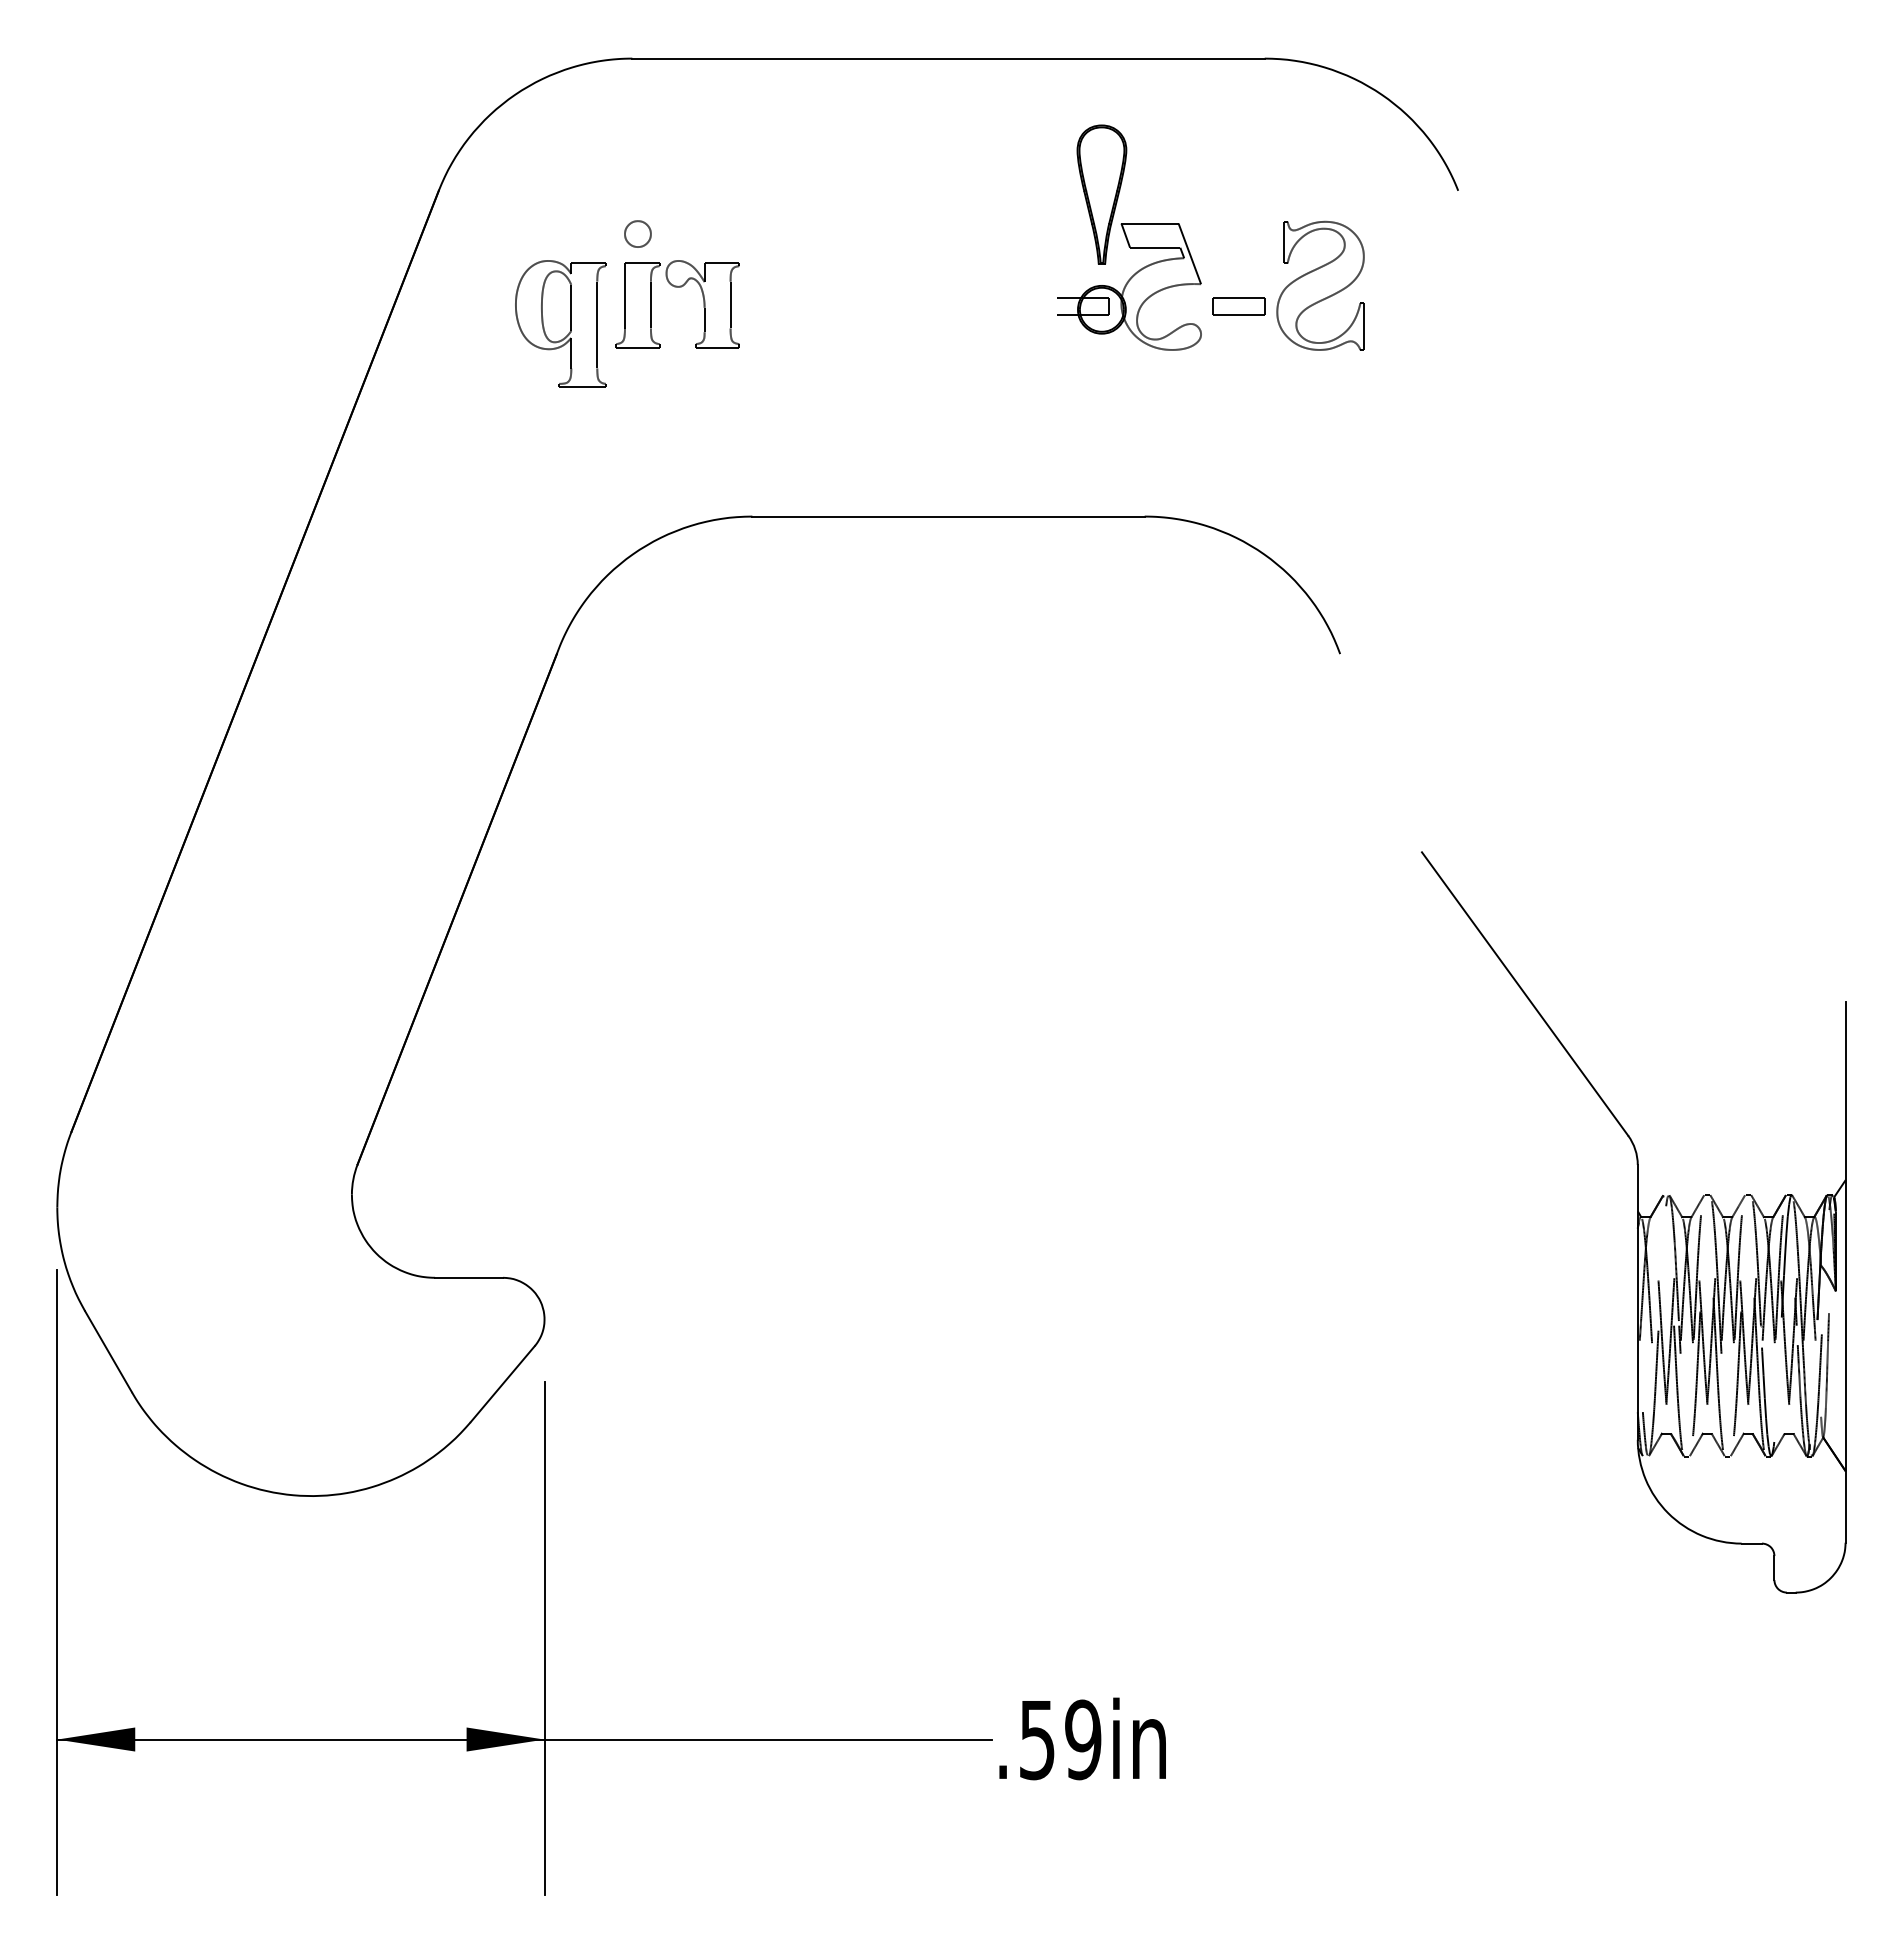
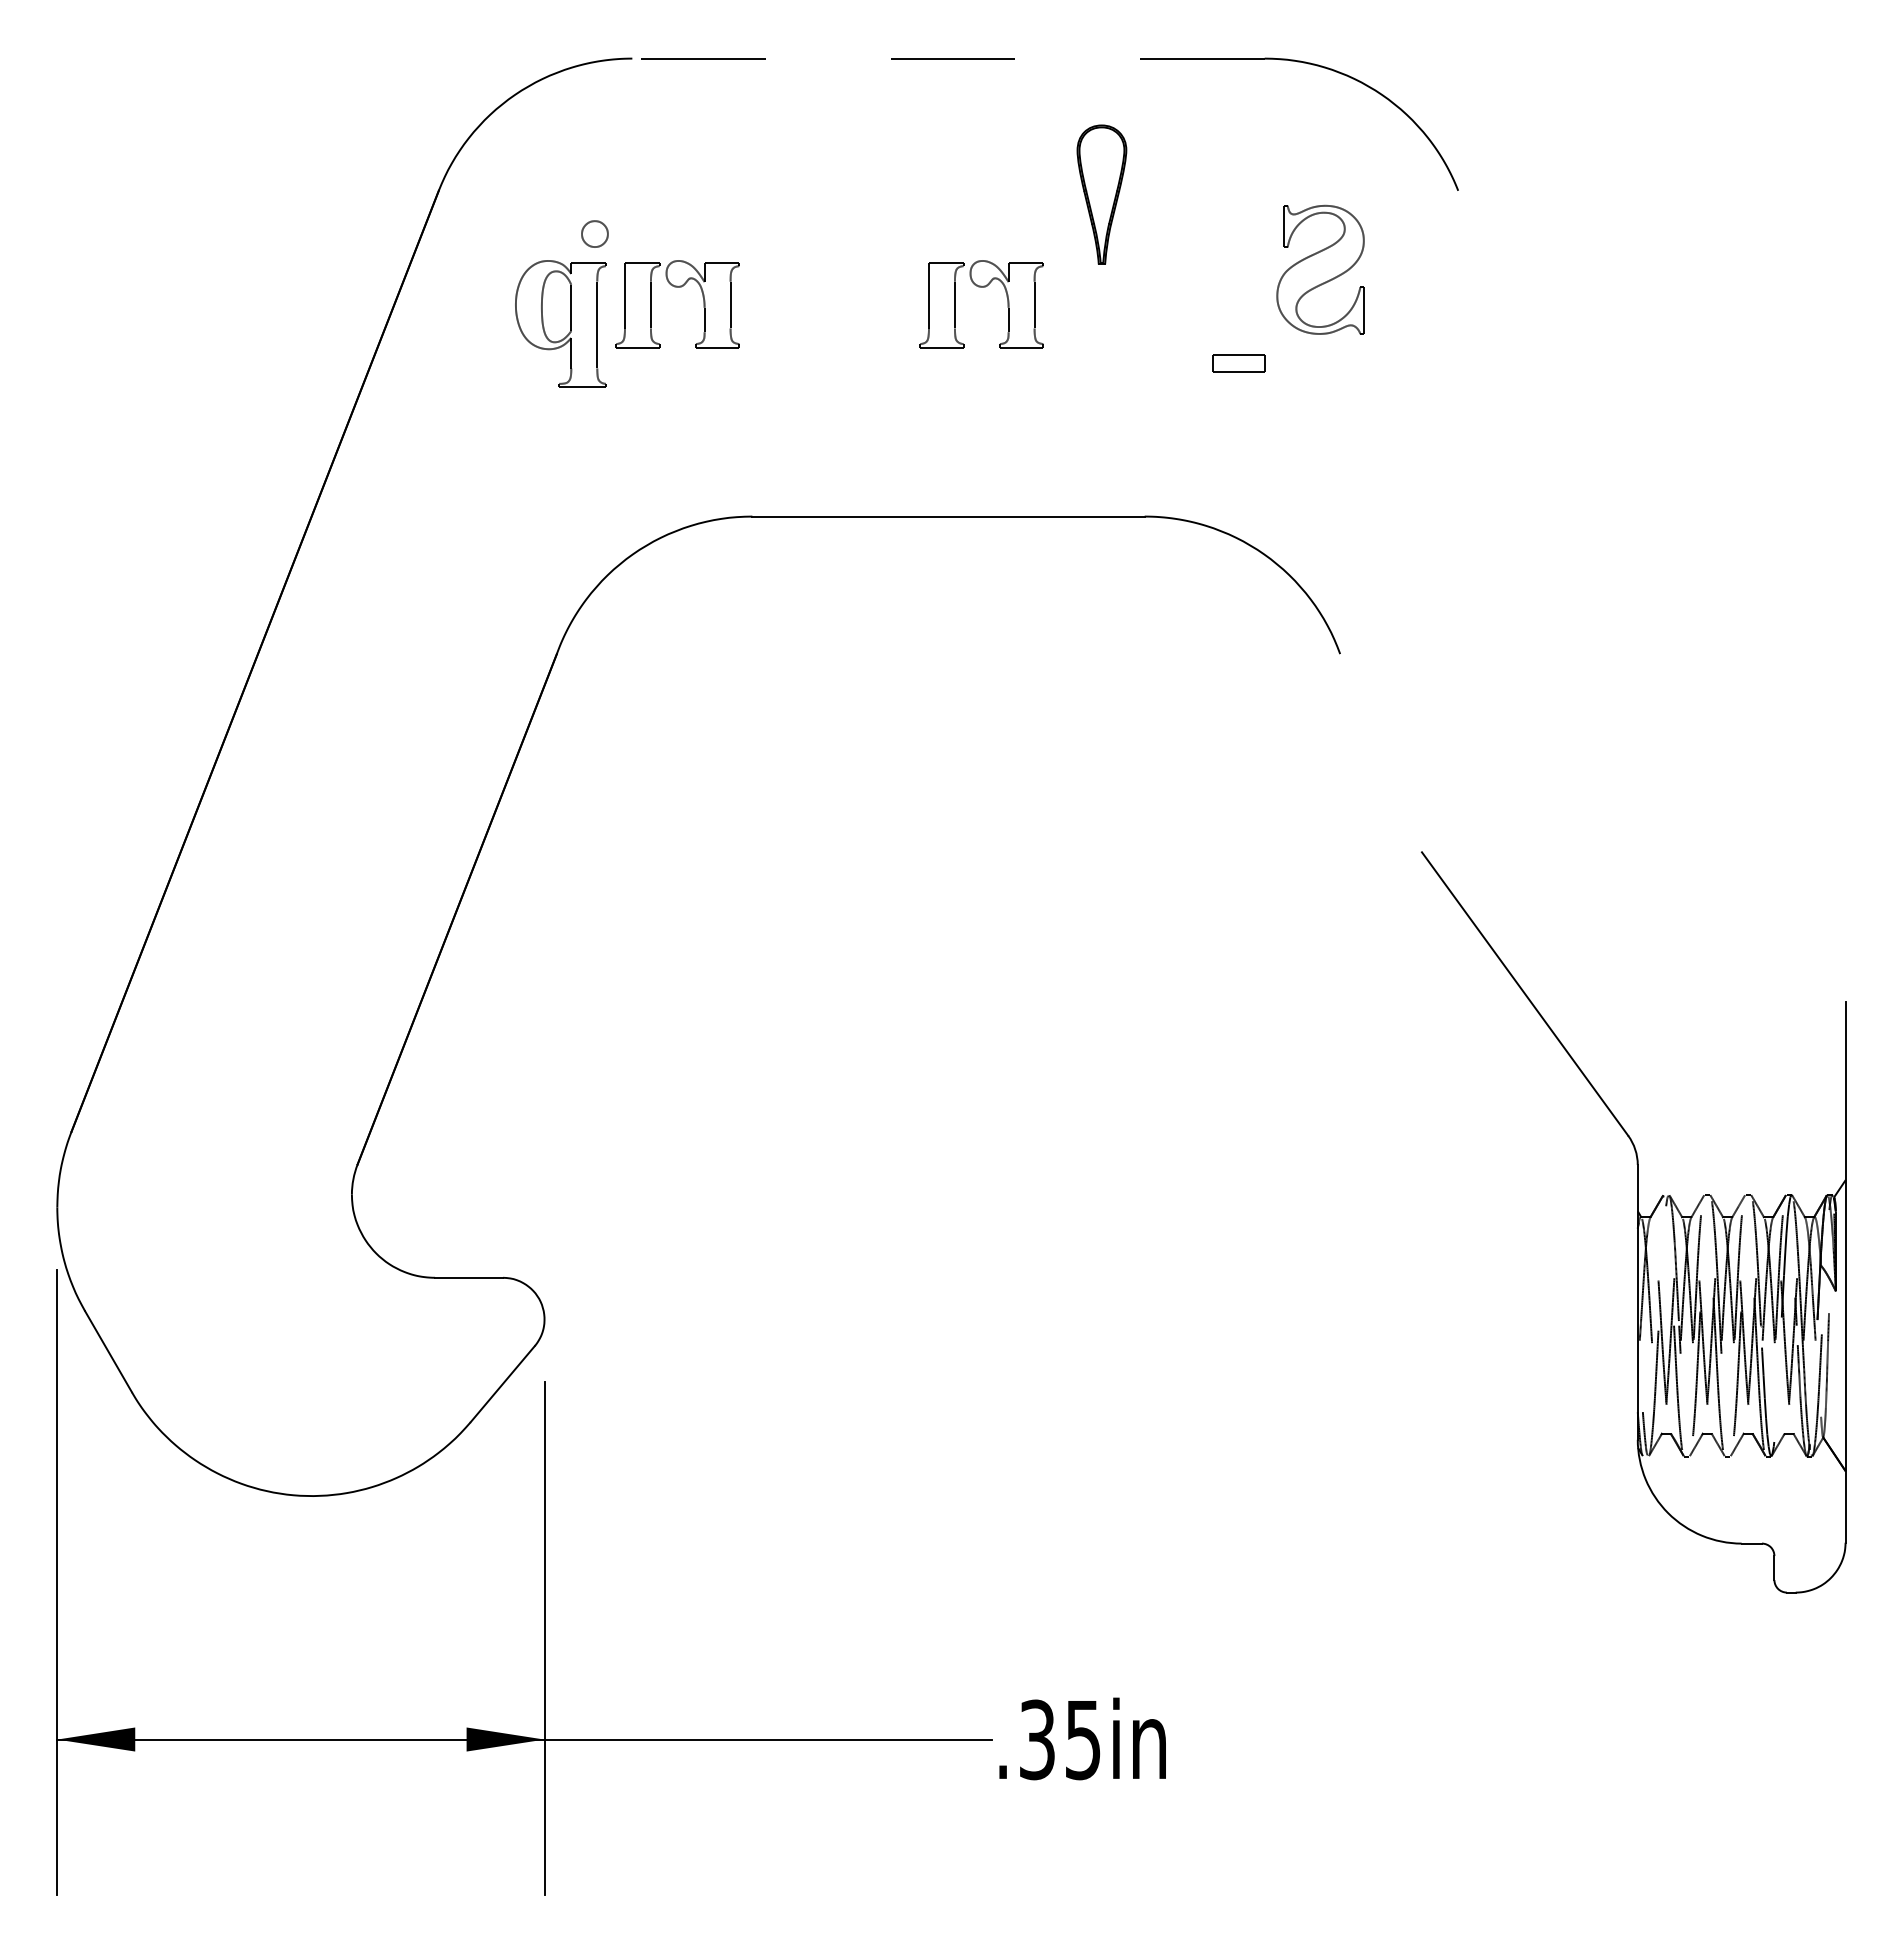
line at (948, 58): solid -> dashed
part at (637, 233) position: (637, 233) -> (594, 233)
part at (1320, 285) position: (1320, 285) -> (1320, 269)
part at (1129, 286): present -> none
part at (981, 287): none -> present
part at (1238, 306) position: (1238, 306) -> (1238, 363)
text at (1060, 1739): .59in -> .35in
